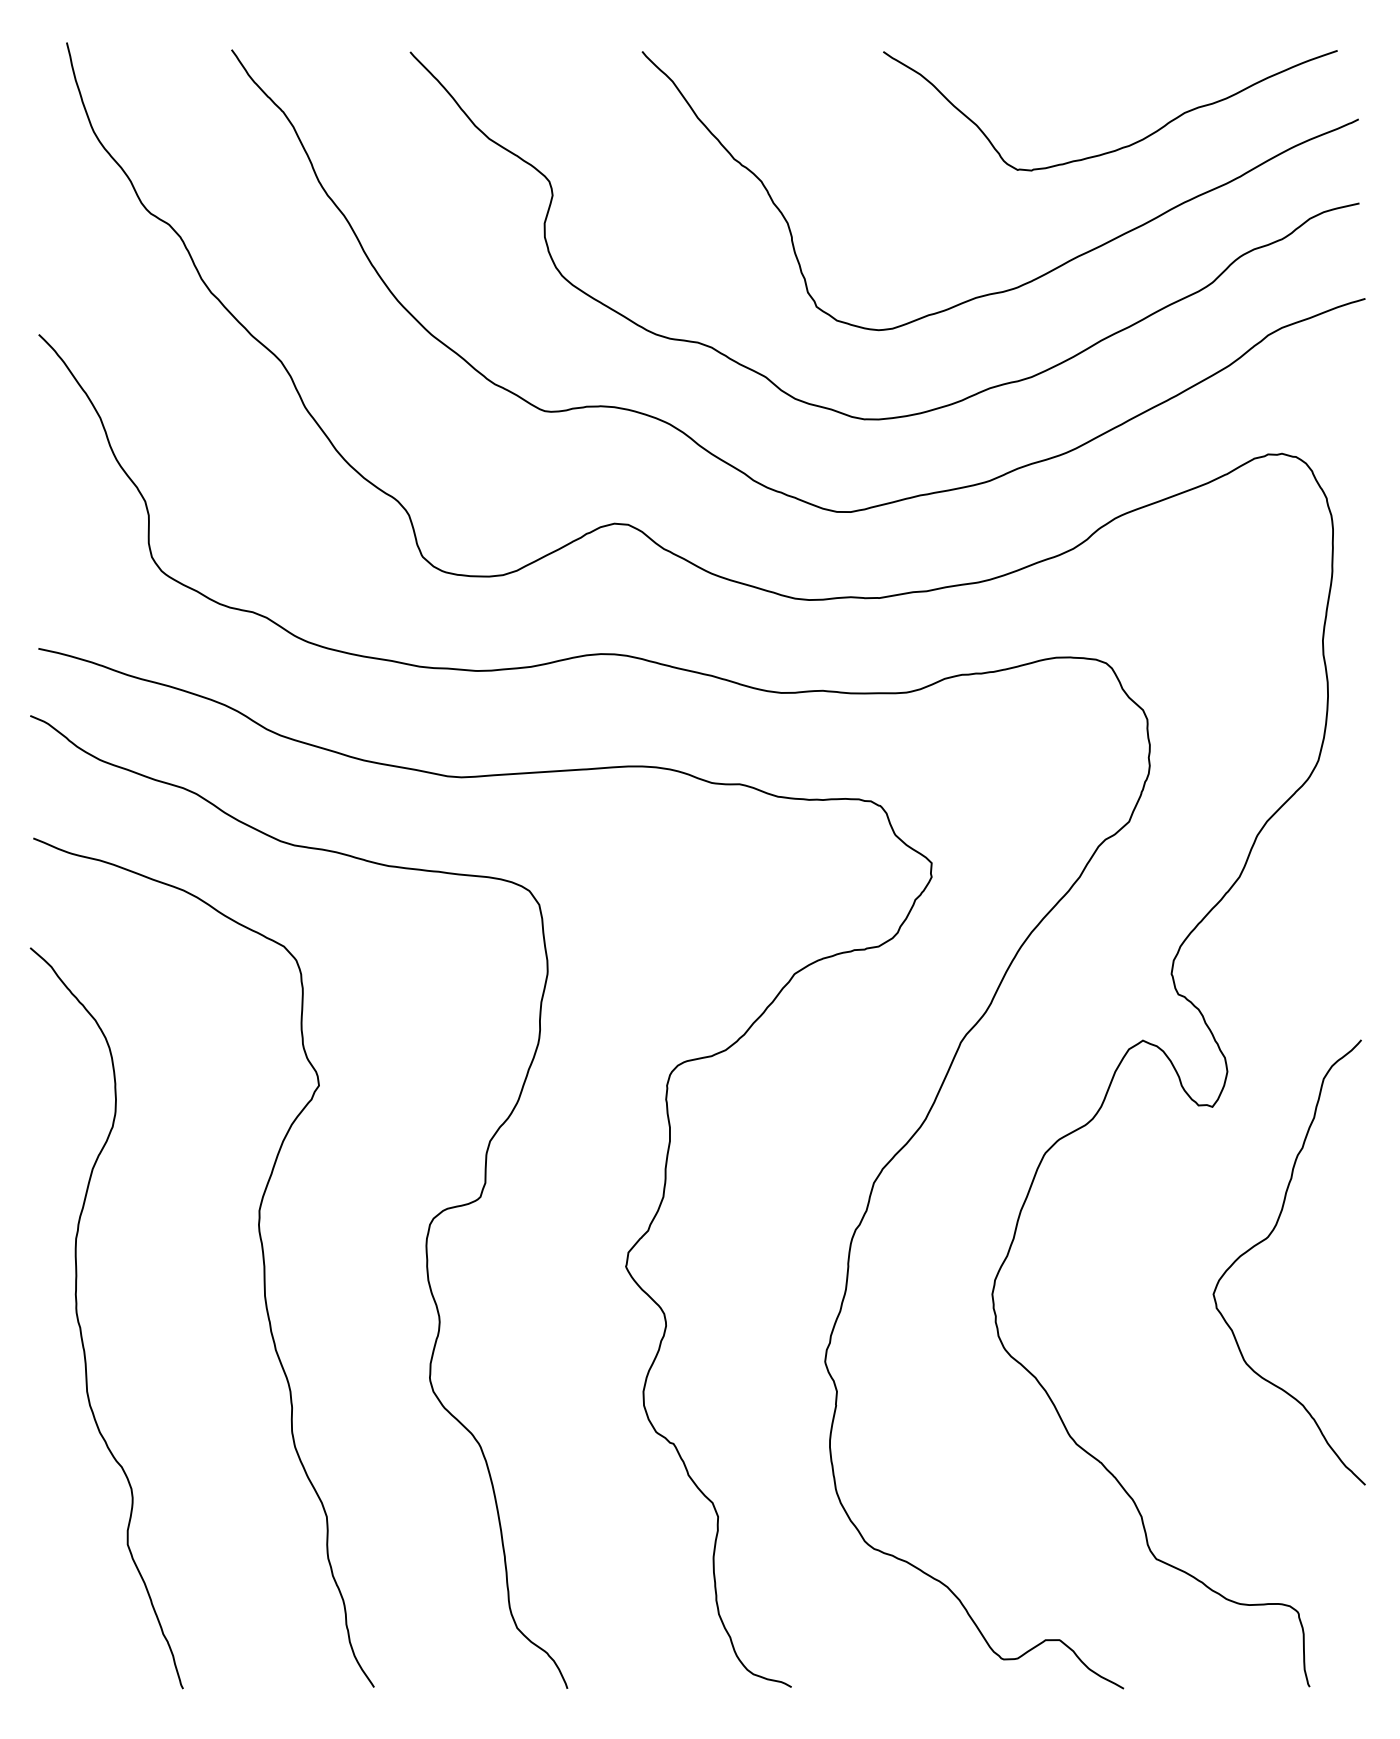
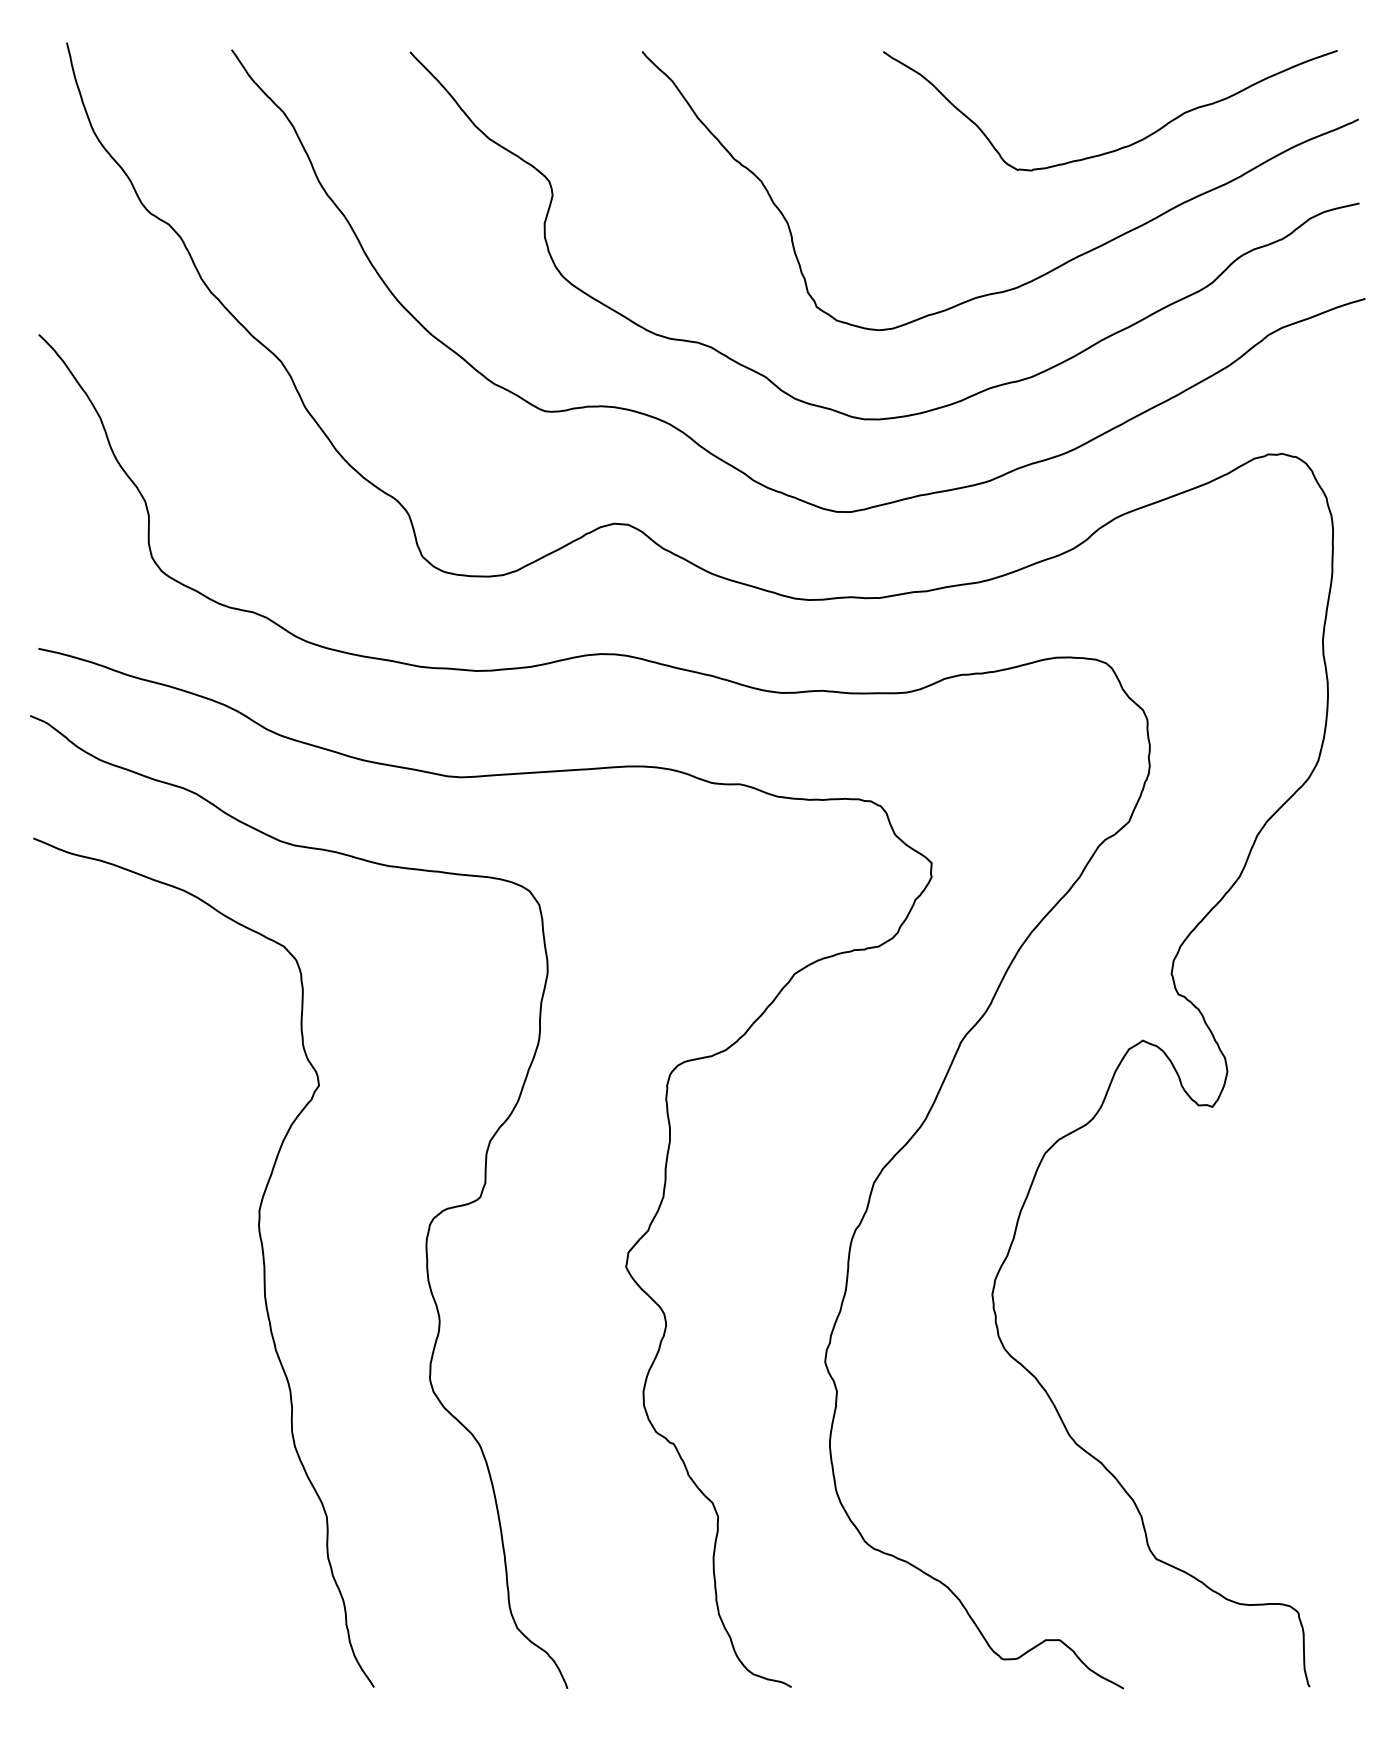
curve at (1266, 1239): present -> none
curve at (81, 1327): present -> none
